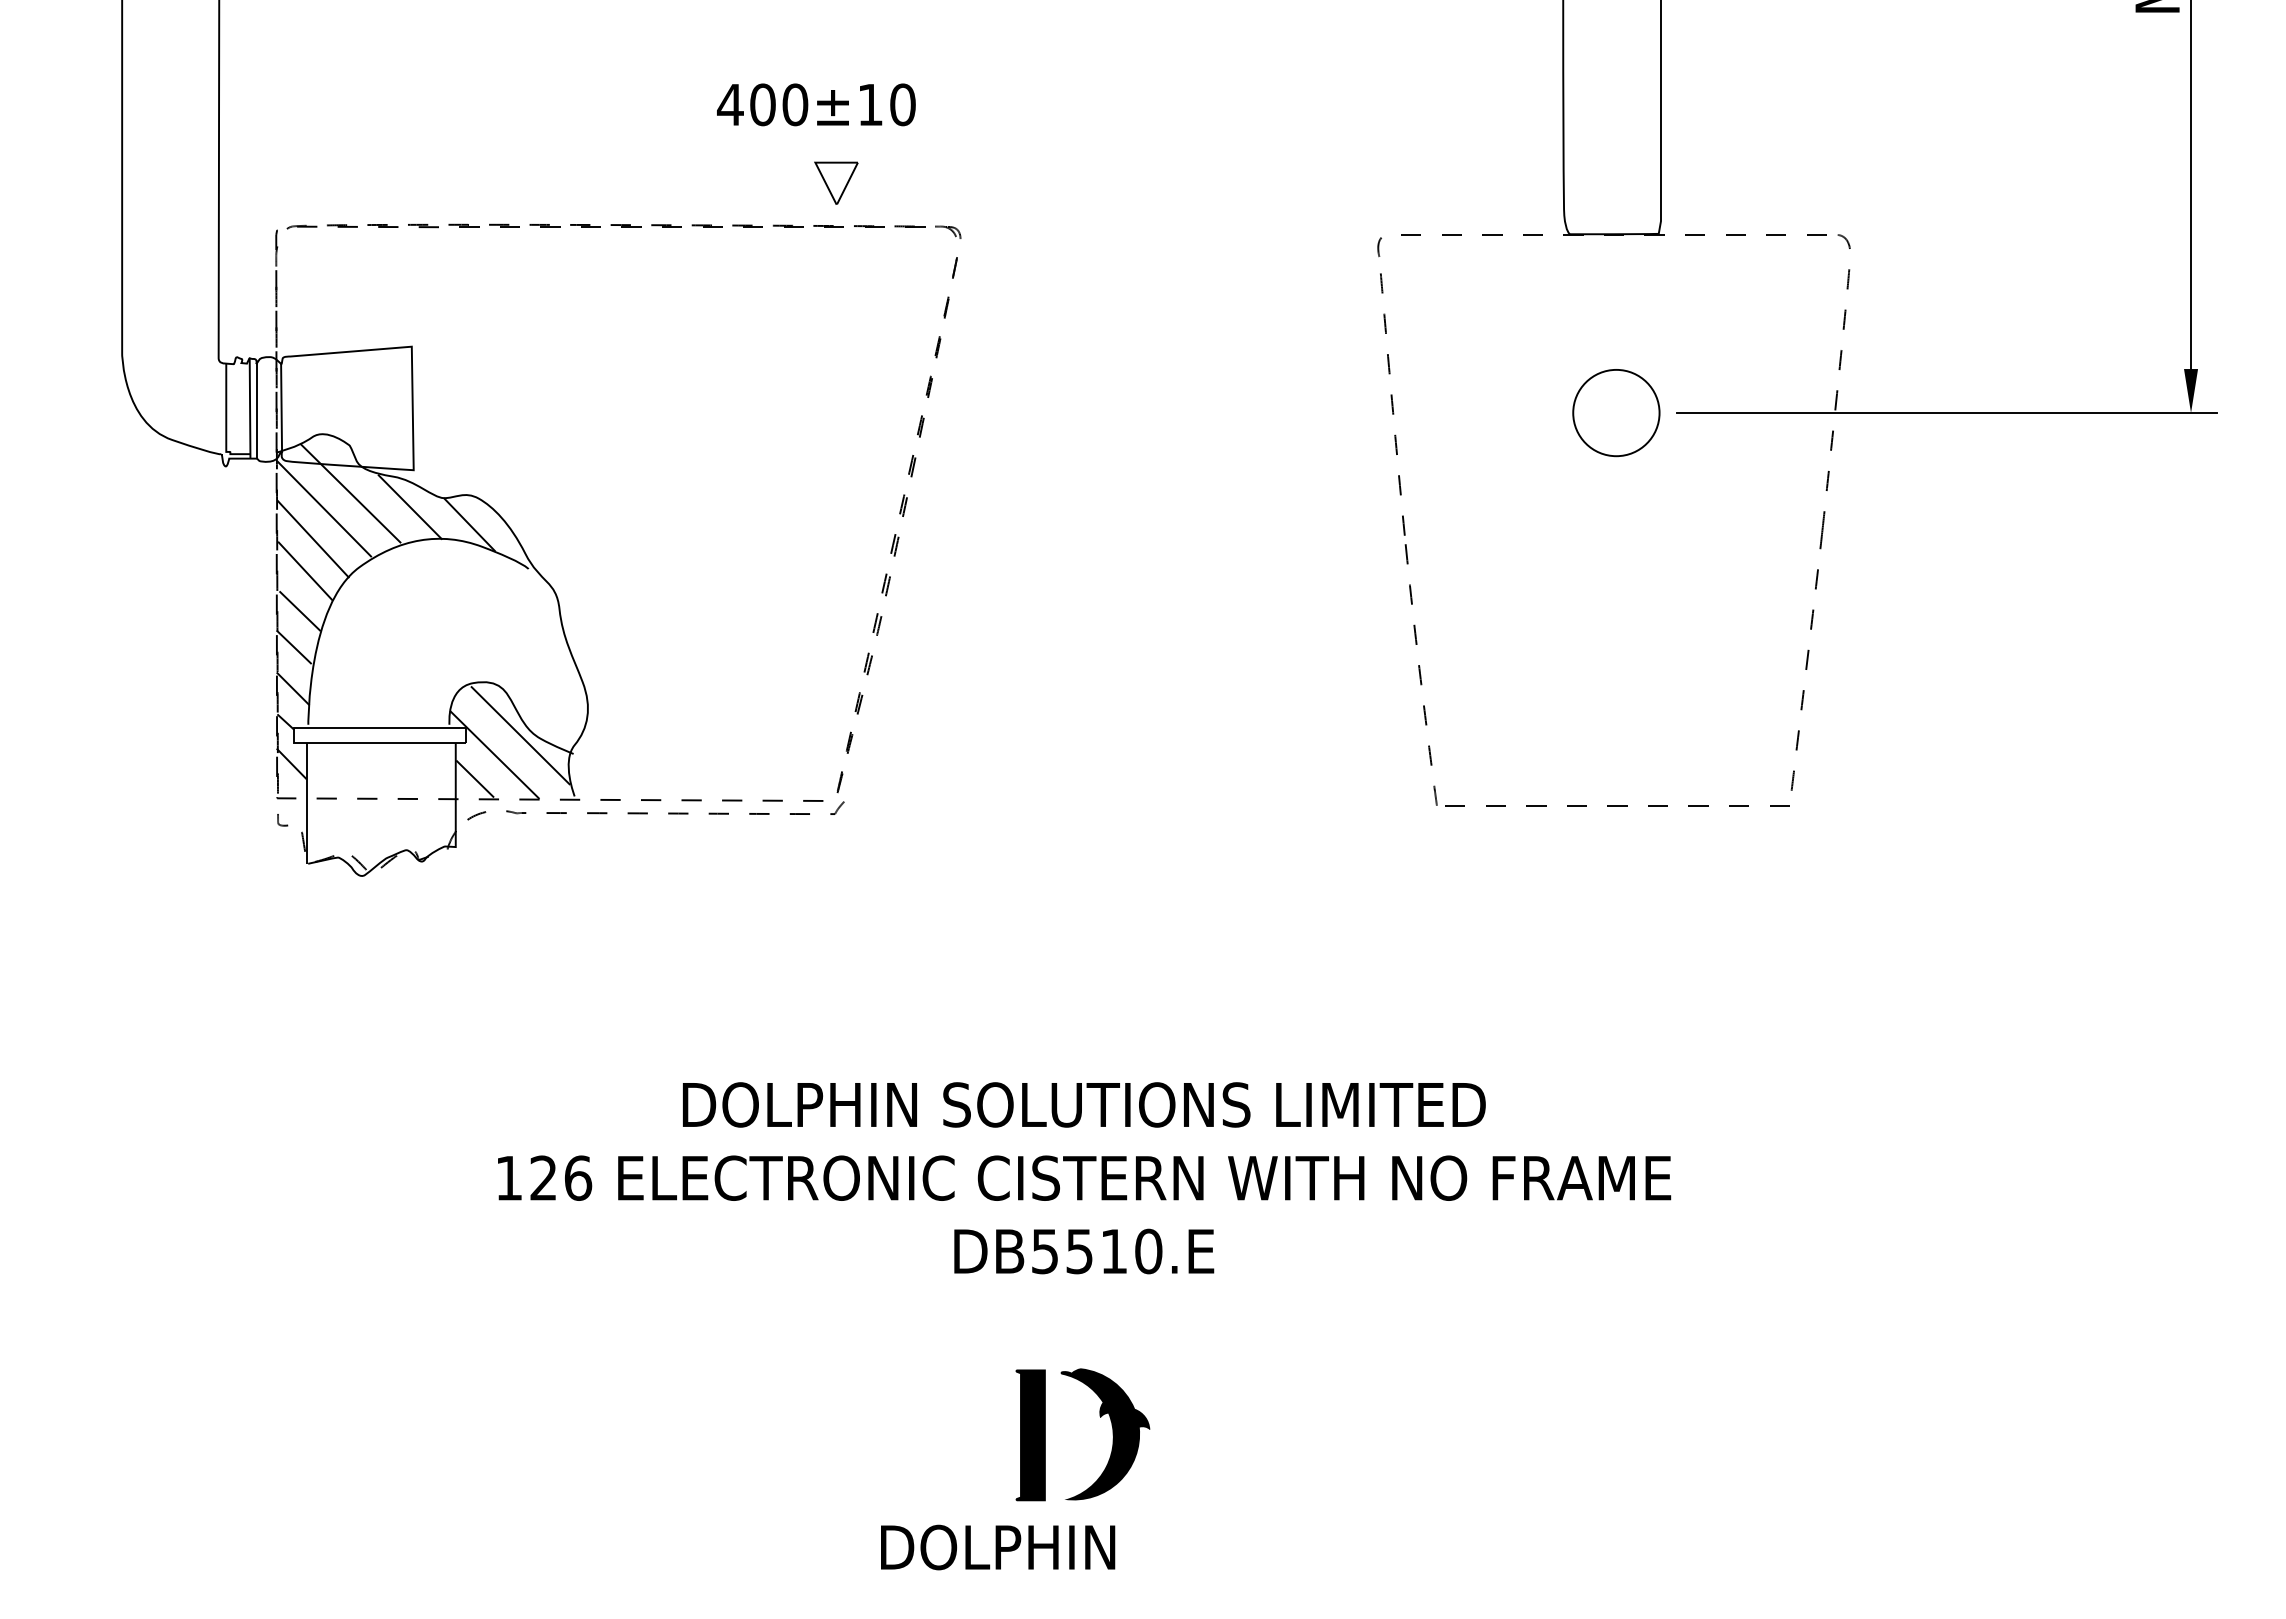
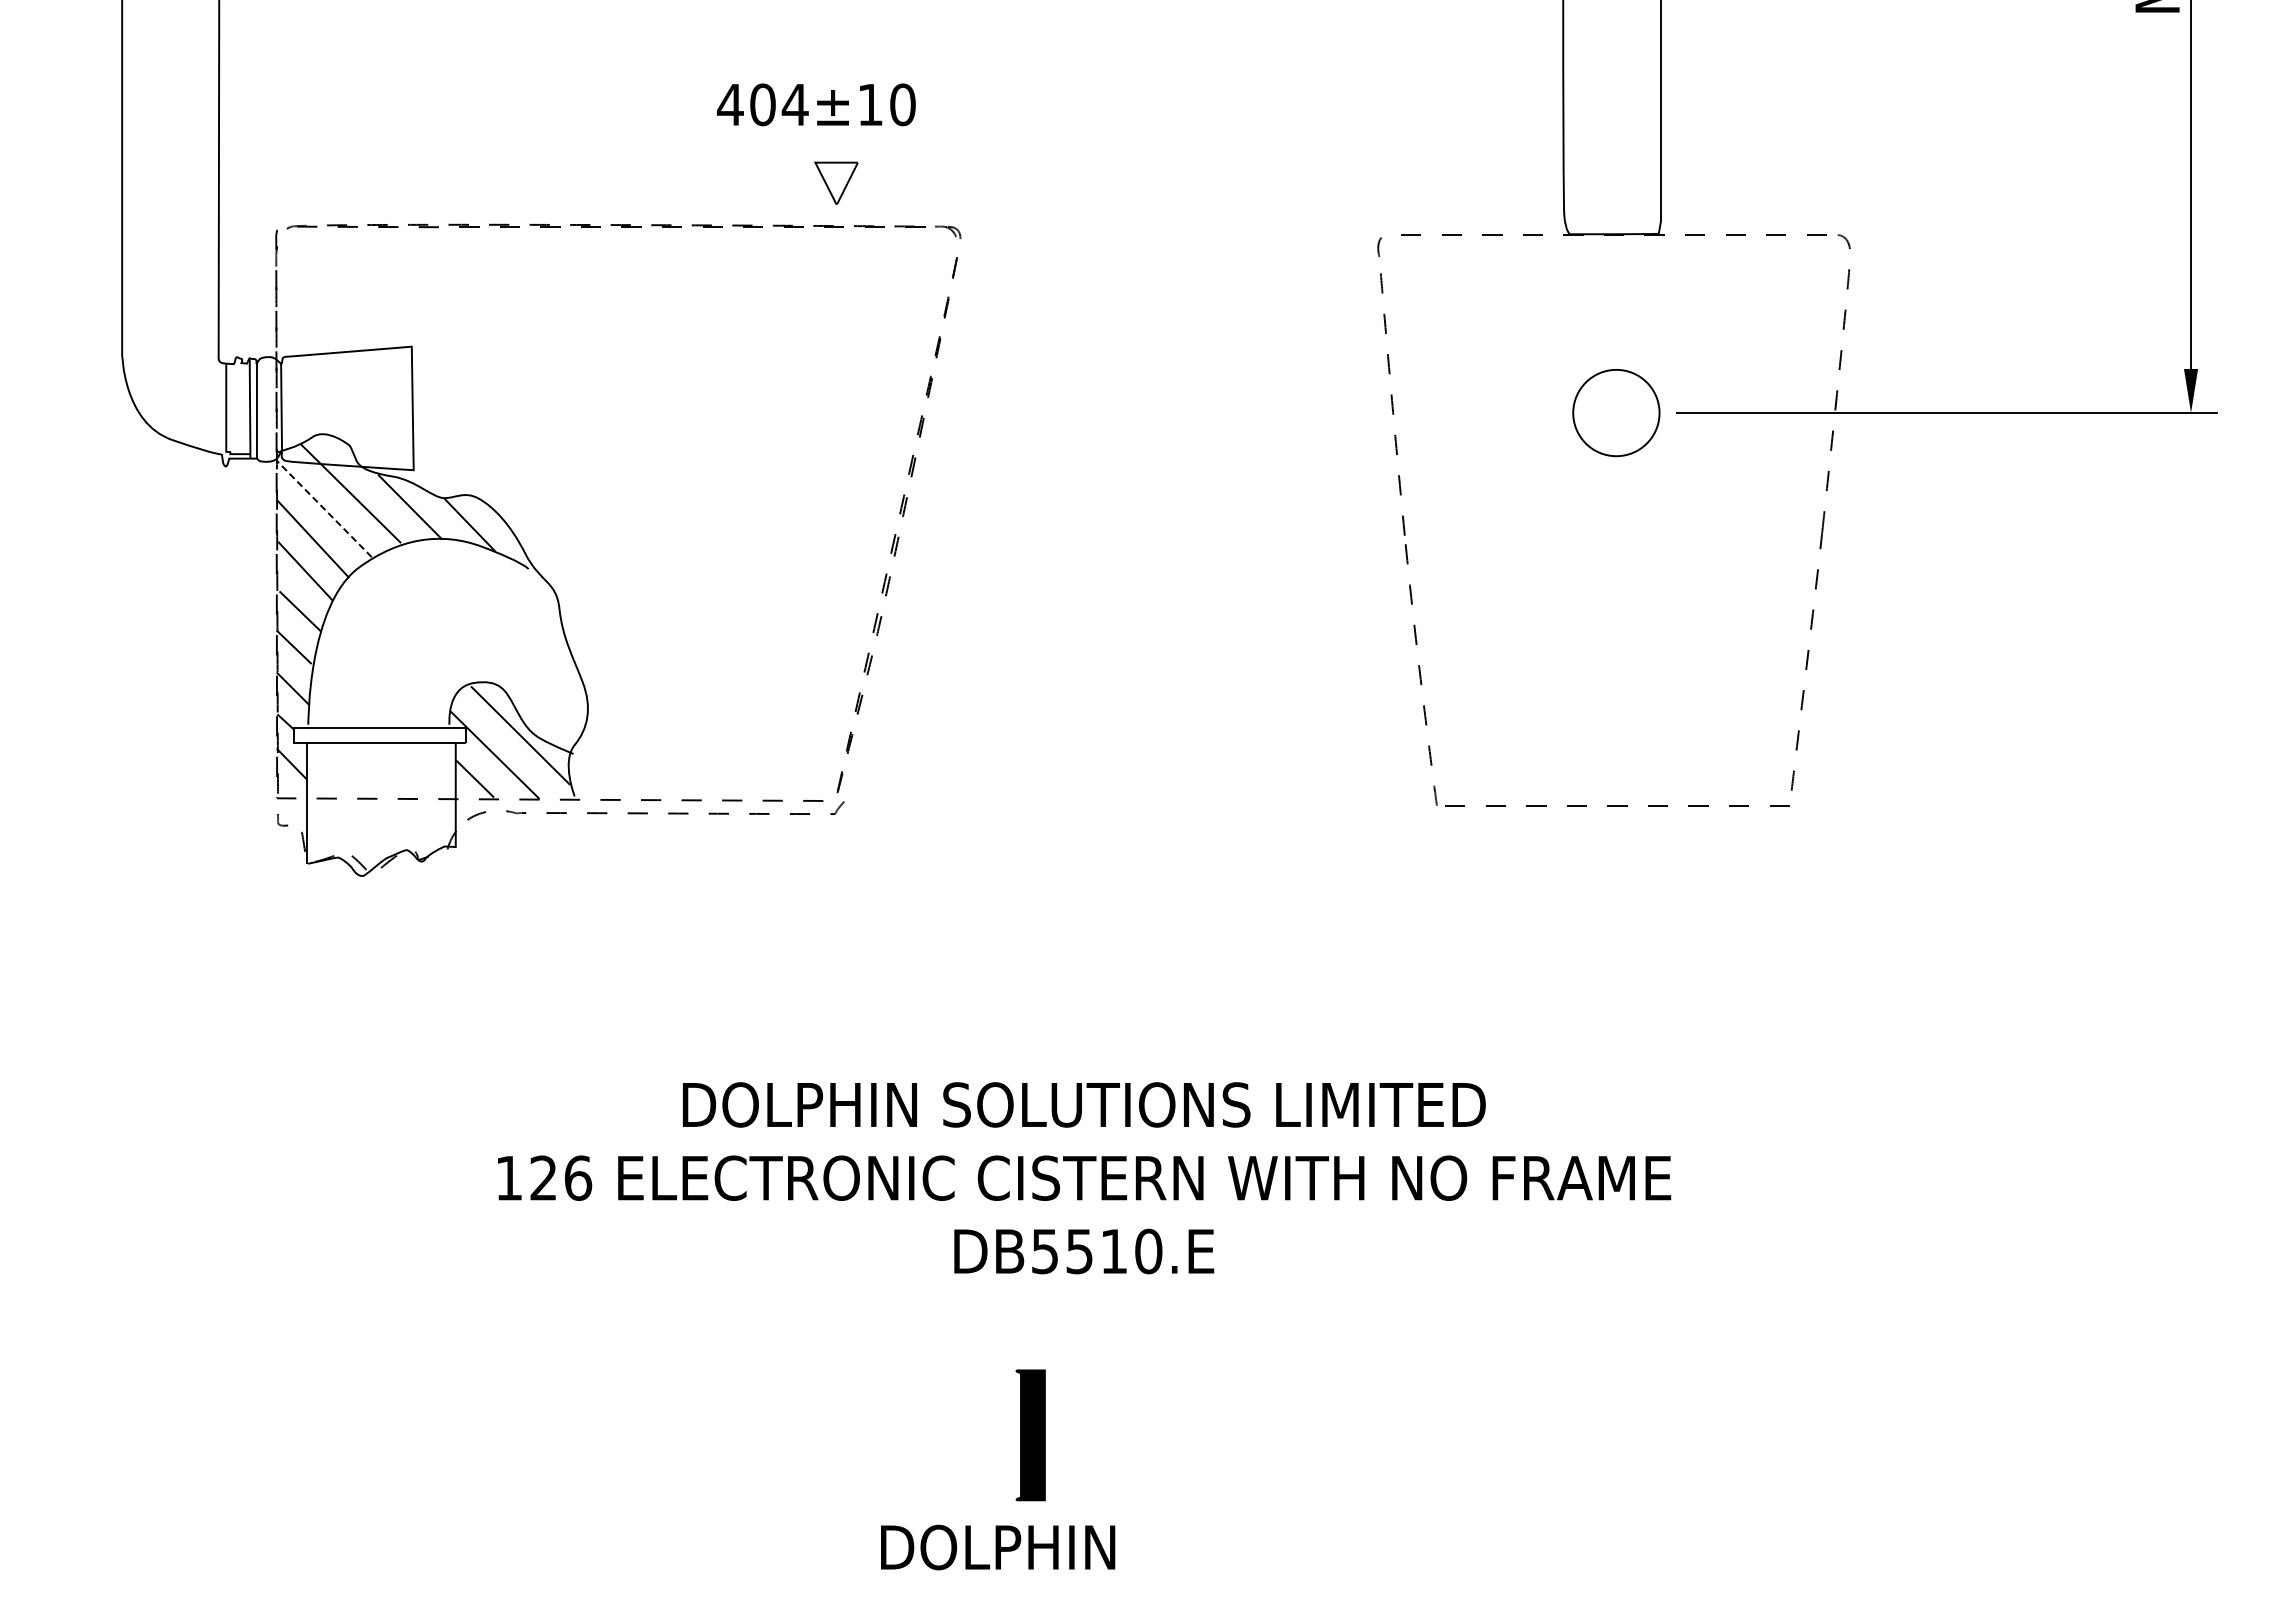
text at (794, 104): 400±10 -> 404±10
line at (324, 508): solid -> dashed
part at (1112, 1434): present -> none
